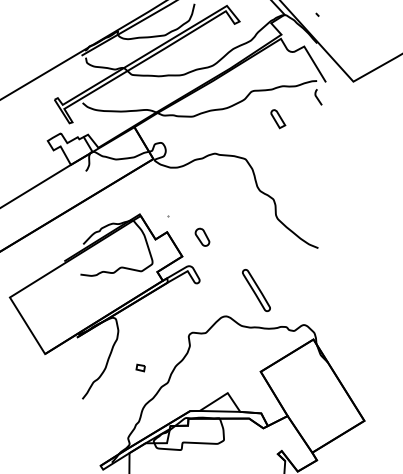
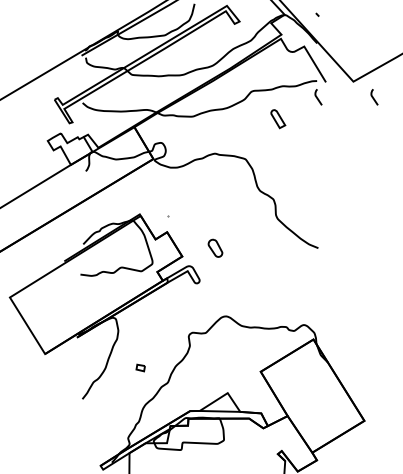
curve at (373, 97): none -> present
part at (202, 236) position: (202, 236) -> (215, 247)
part at (256, 290): present -> none
